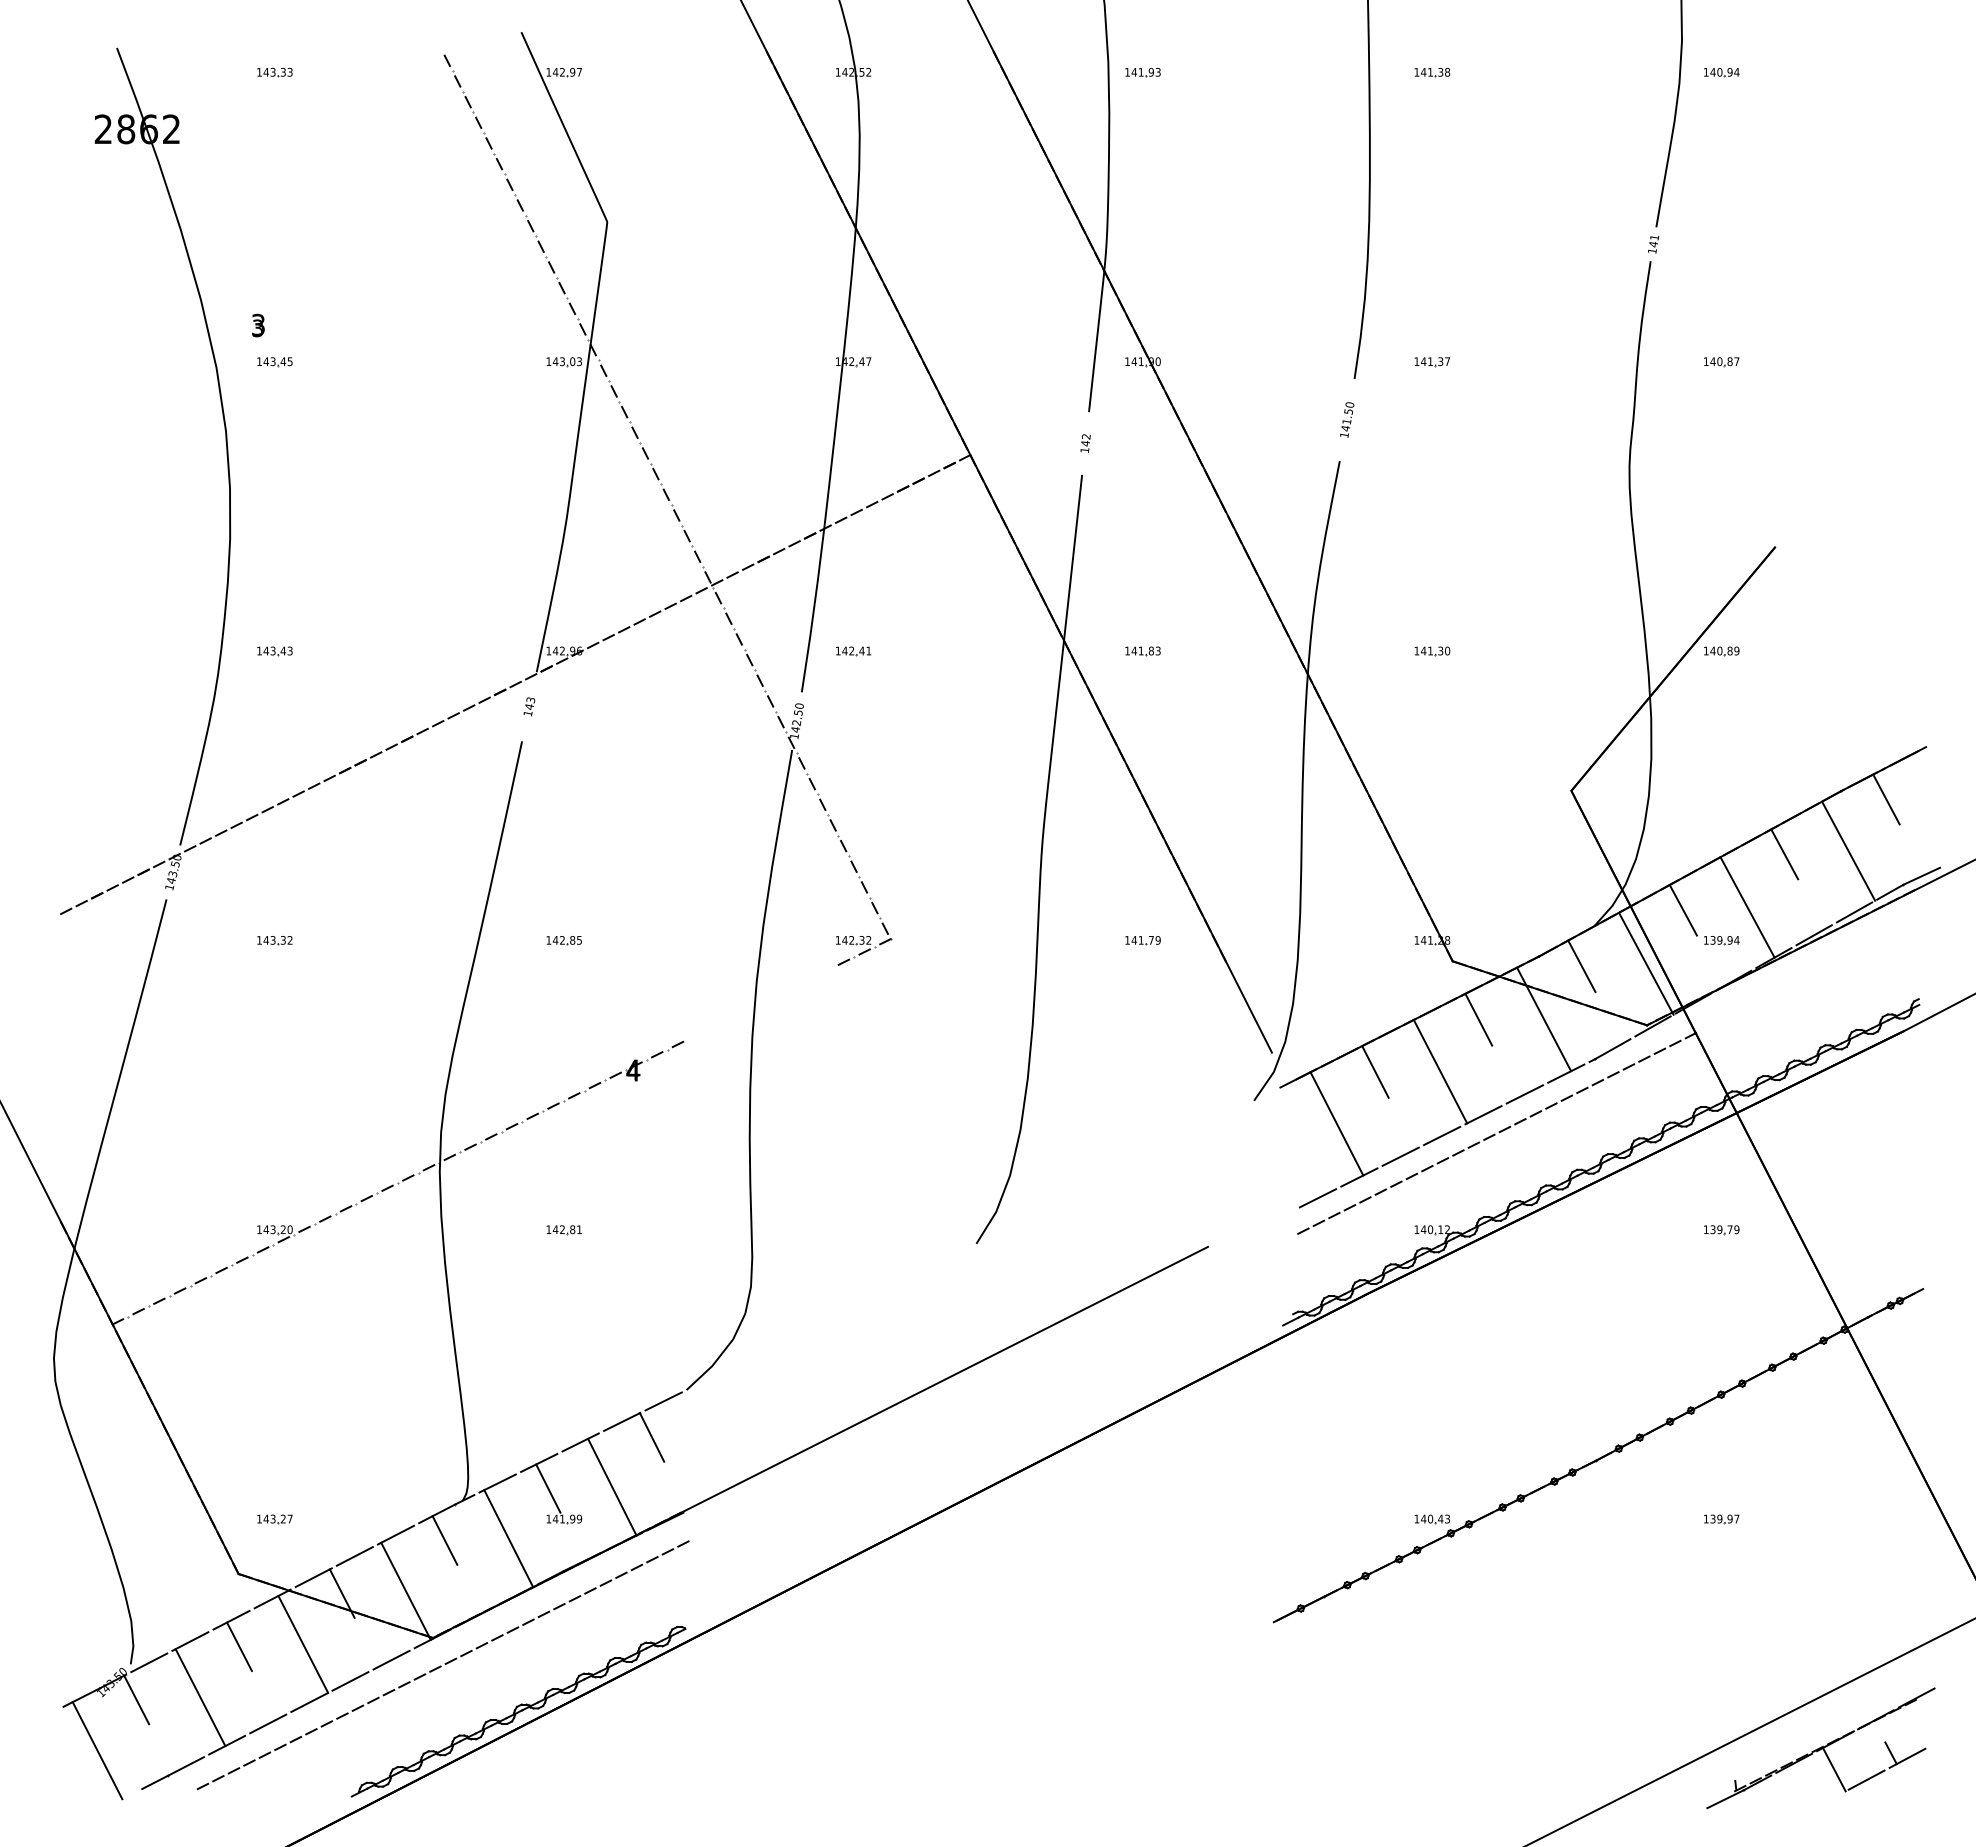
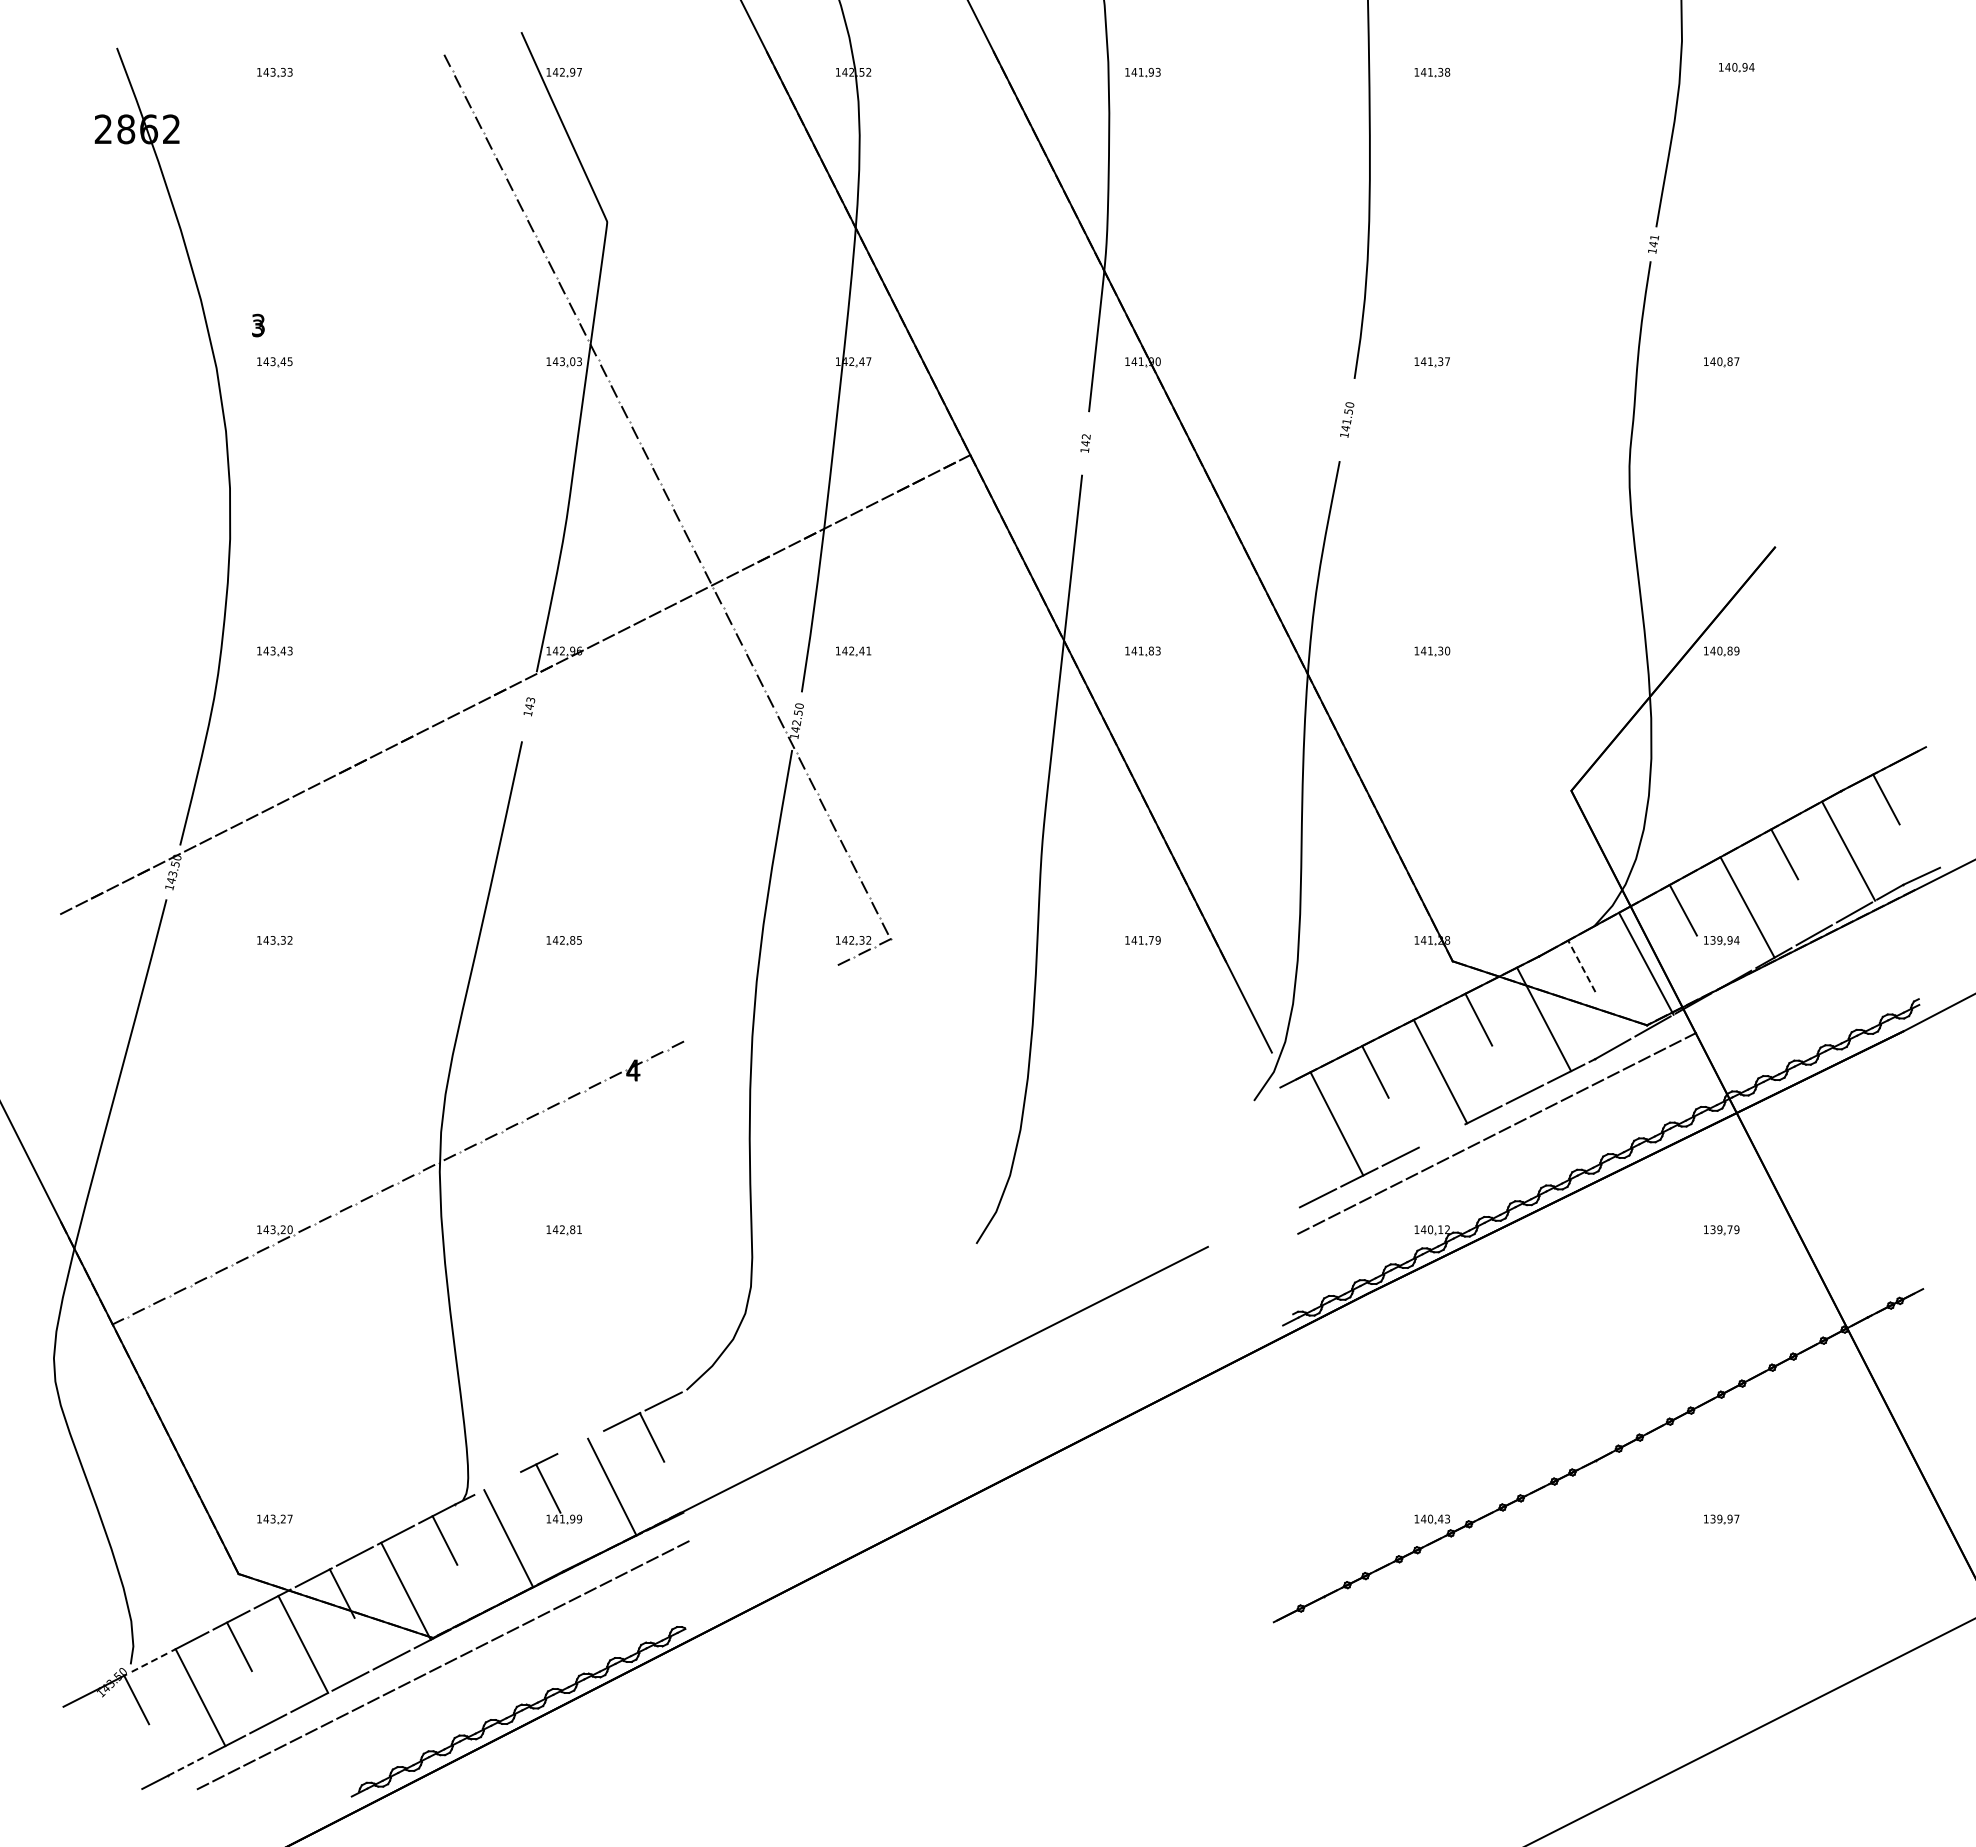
part at (1721, 72) position: (1721, 72) -> (1736, 67)
line at (1581, 965): solid -> dashed
line at (1442, 1135): present -> none
line at (580, 1442): present -> none
line at (497, 1483): present -> none
line at (148, 1663): solid -> dashed
part at (1820, 1748): present -> none
line at (97, 1750): present -> none
line at (186, 1766): solid -> dashed
